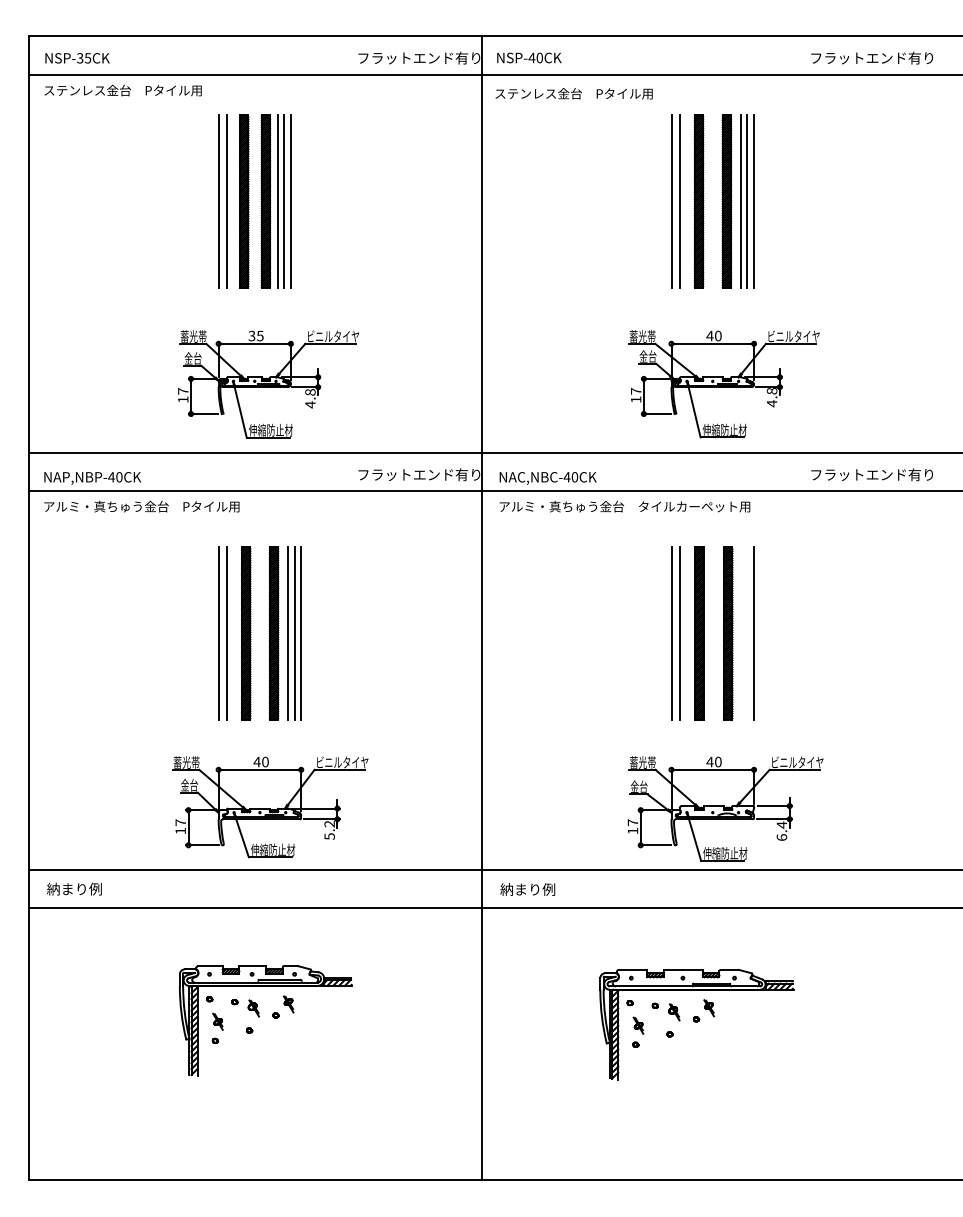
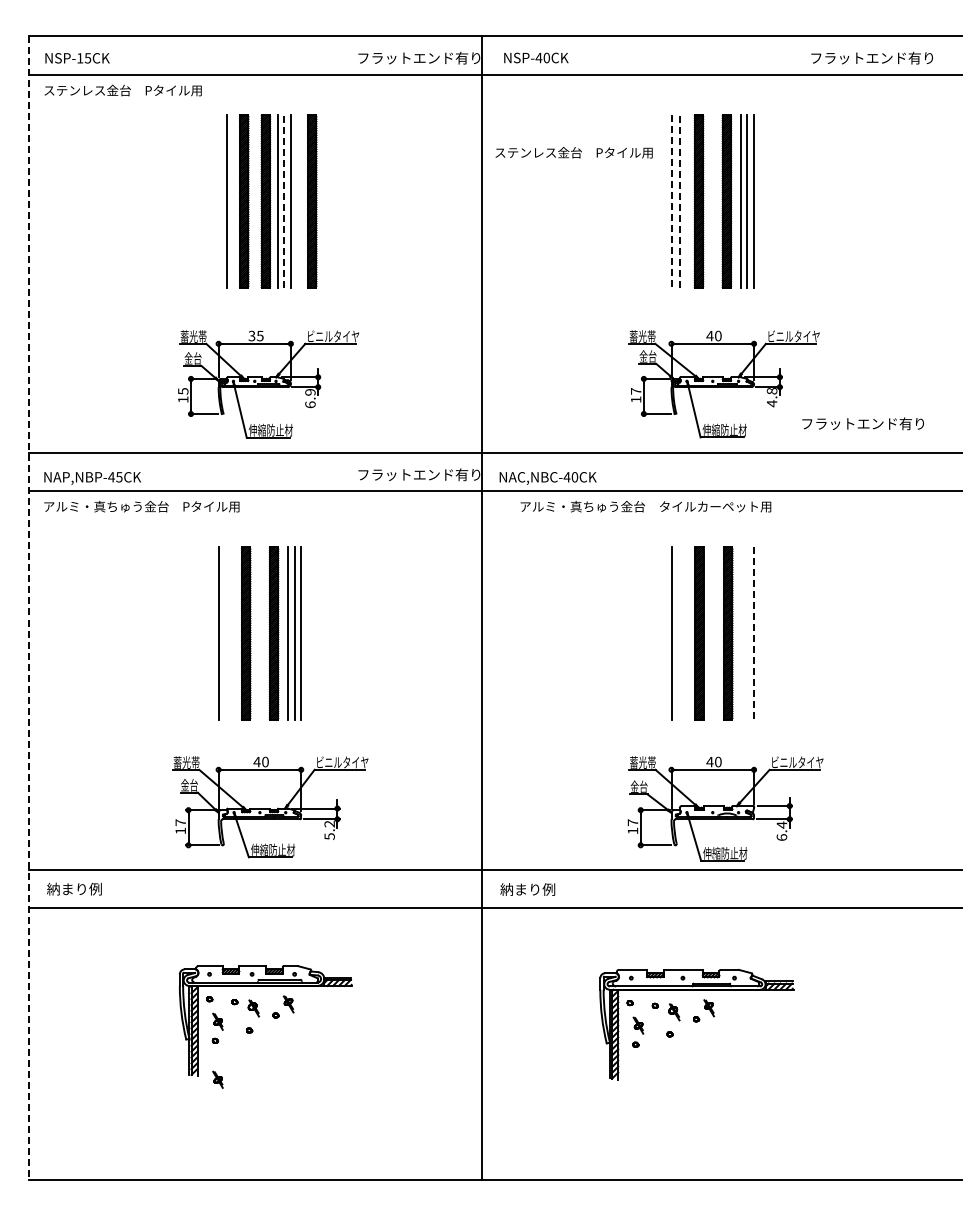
text at (529, 57) position: (529, 57) -> (536, 57)
text at (80, 58): NSP-35CK -> NSP-15CK
text at (573, 93) position: (573, 93) -> (573, 152)
line at (284, 200): solid -> dashed
line at (679, 200): solid -> dashed
line at (218, 201): present -> none
part at (312, 201): none -> present
line at (671, 201): solid -> dashed
text at (183, 391): 17 -> 15
text at (310, 398): 4.8 -> 6.9
text at (871, 474) position: (871, 474) -> (862, 423)
text at (119, 477): NAP,NBP-40CK -> NAP,NBP-45CK
text at (624, 506) position: (624, 506) -> (645, 506)
line at (29, 608): solid -> dashed
line at (226, 633): present -> none
line at (679, 633): present -> none
line at (754, 634): solid -> dashed
part at (217, 1079): none -> present
